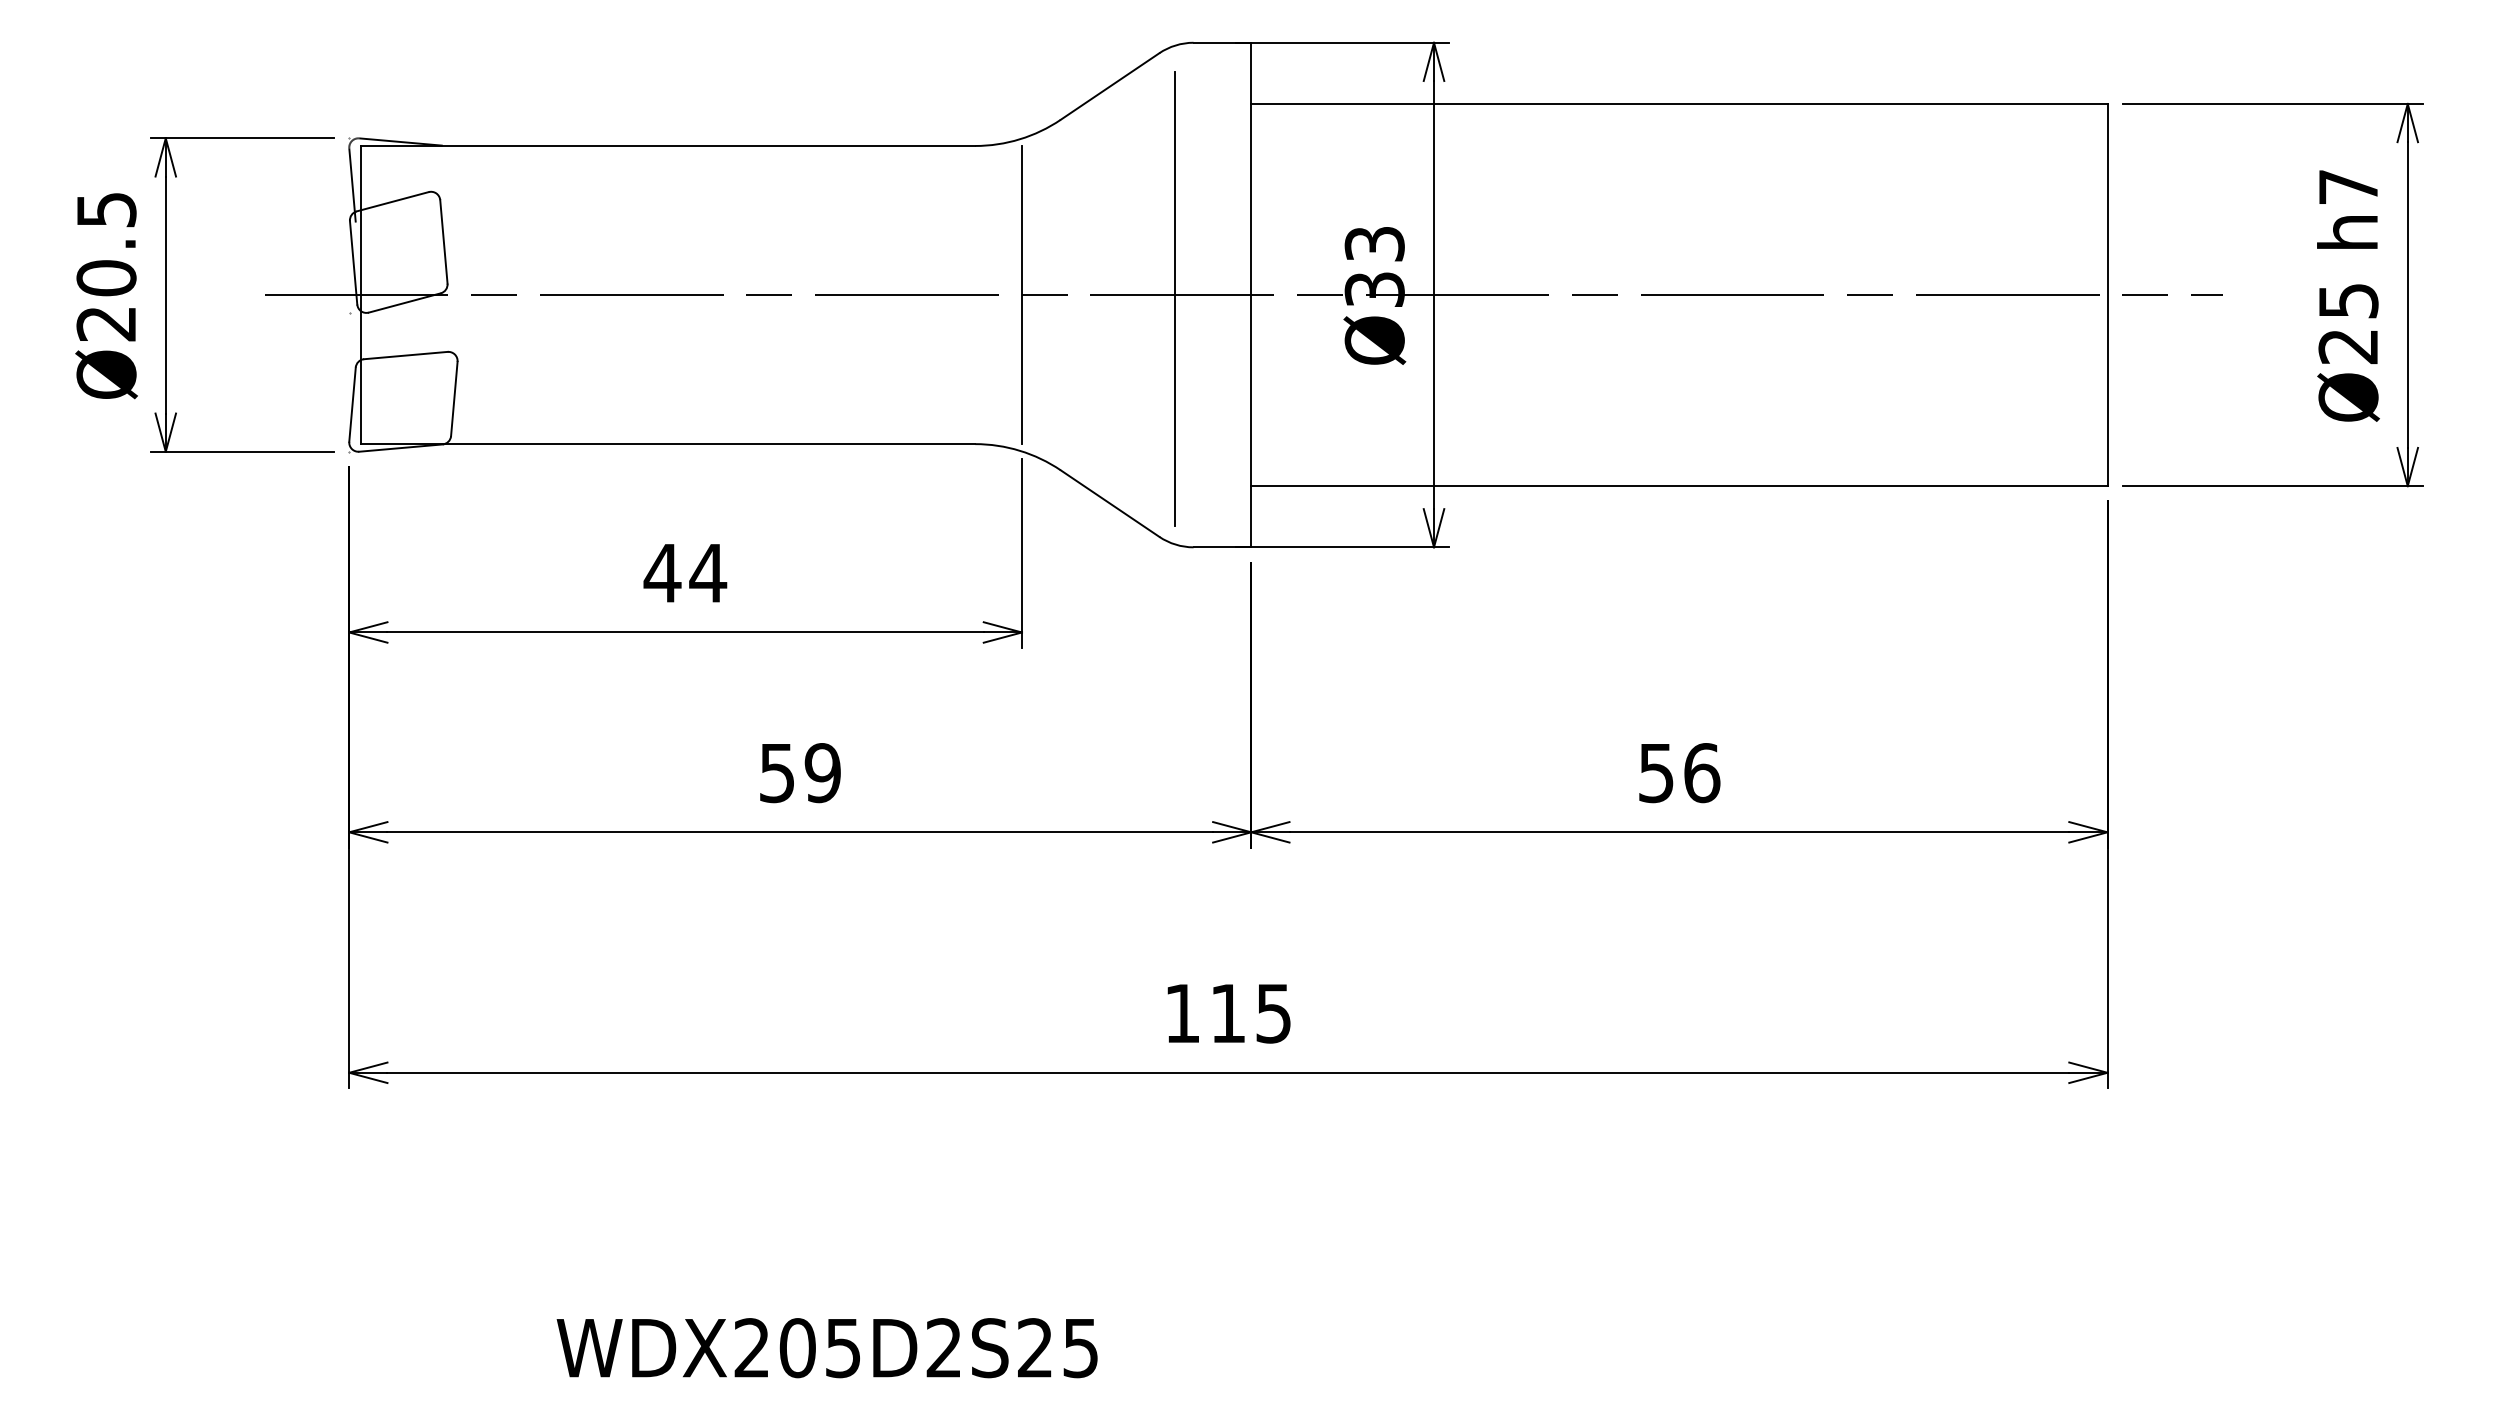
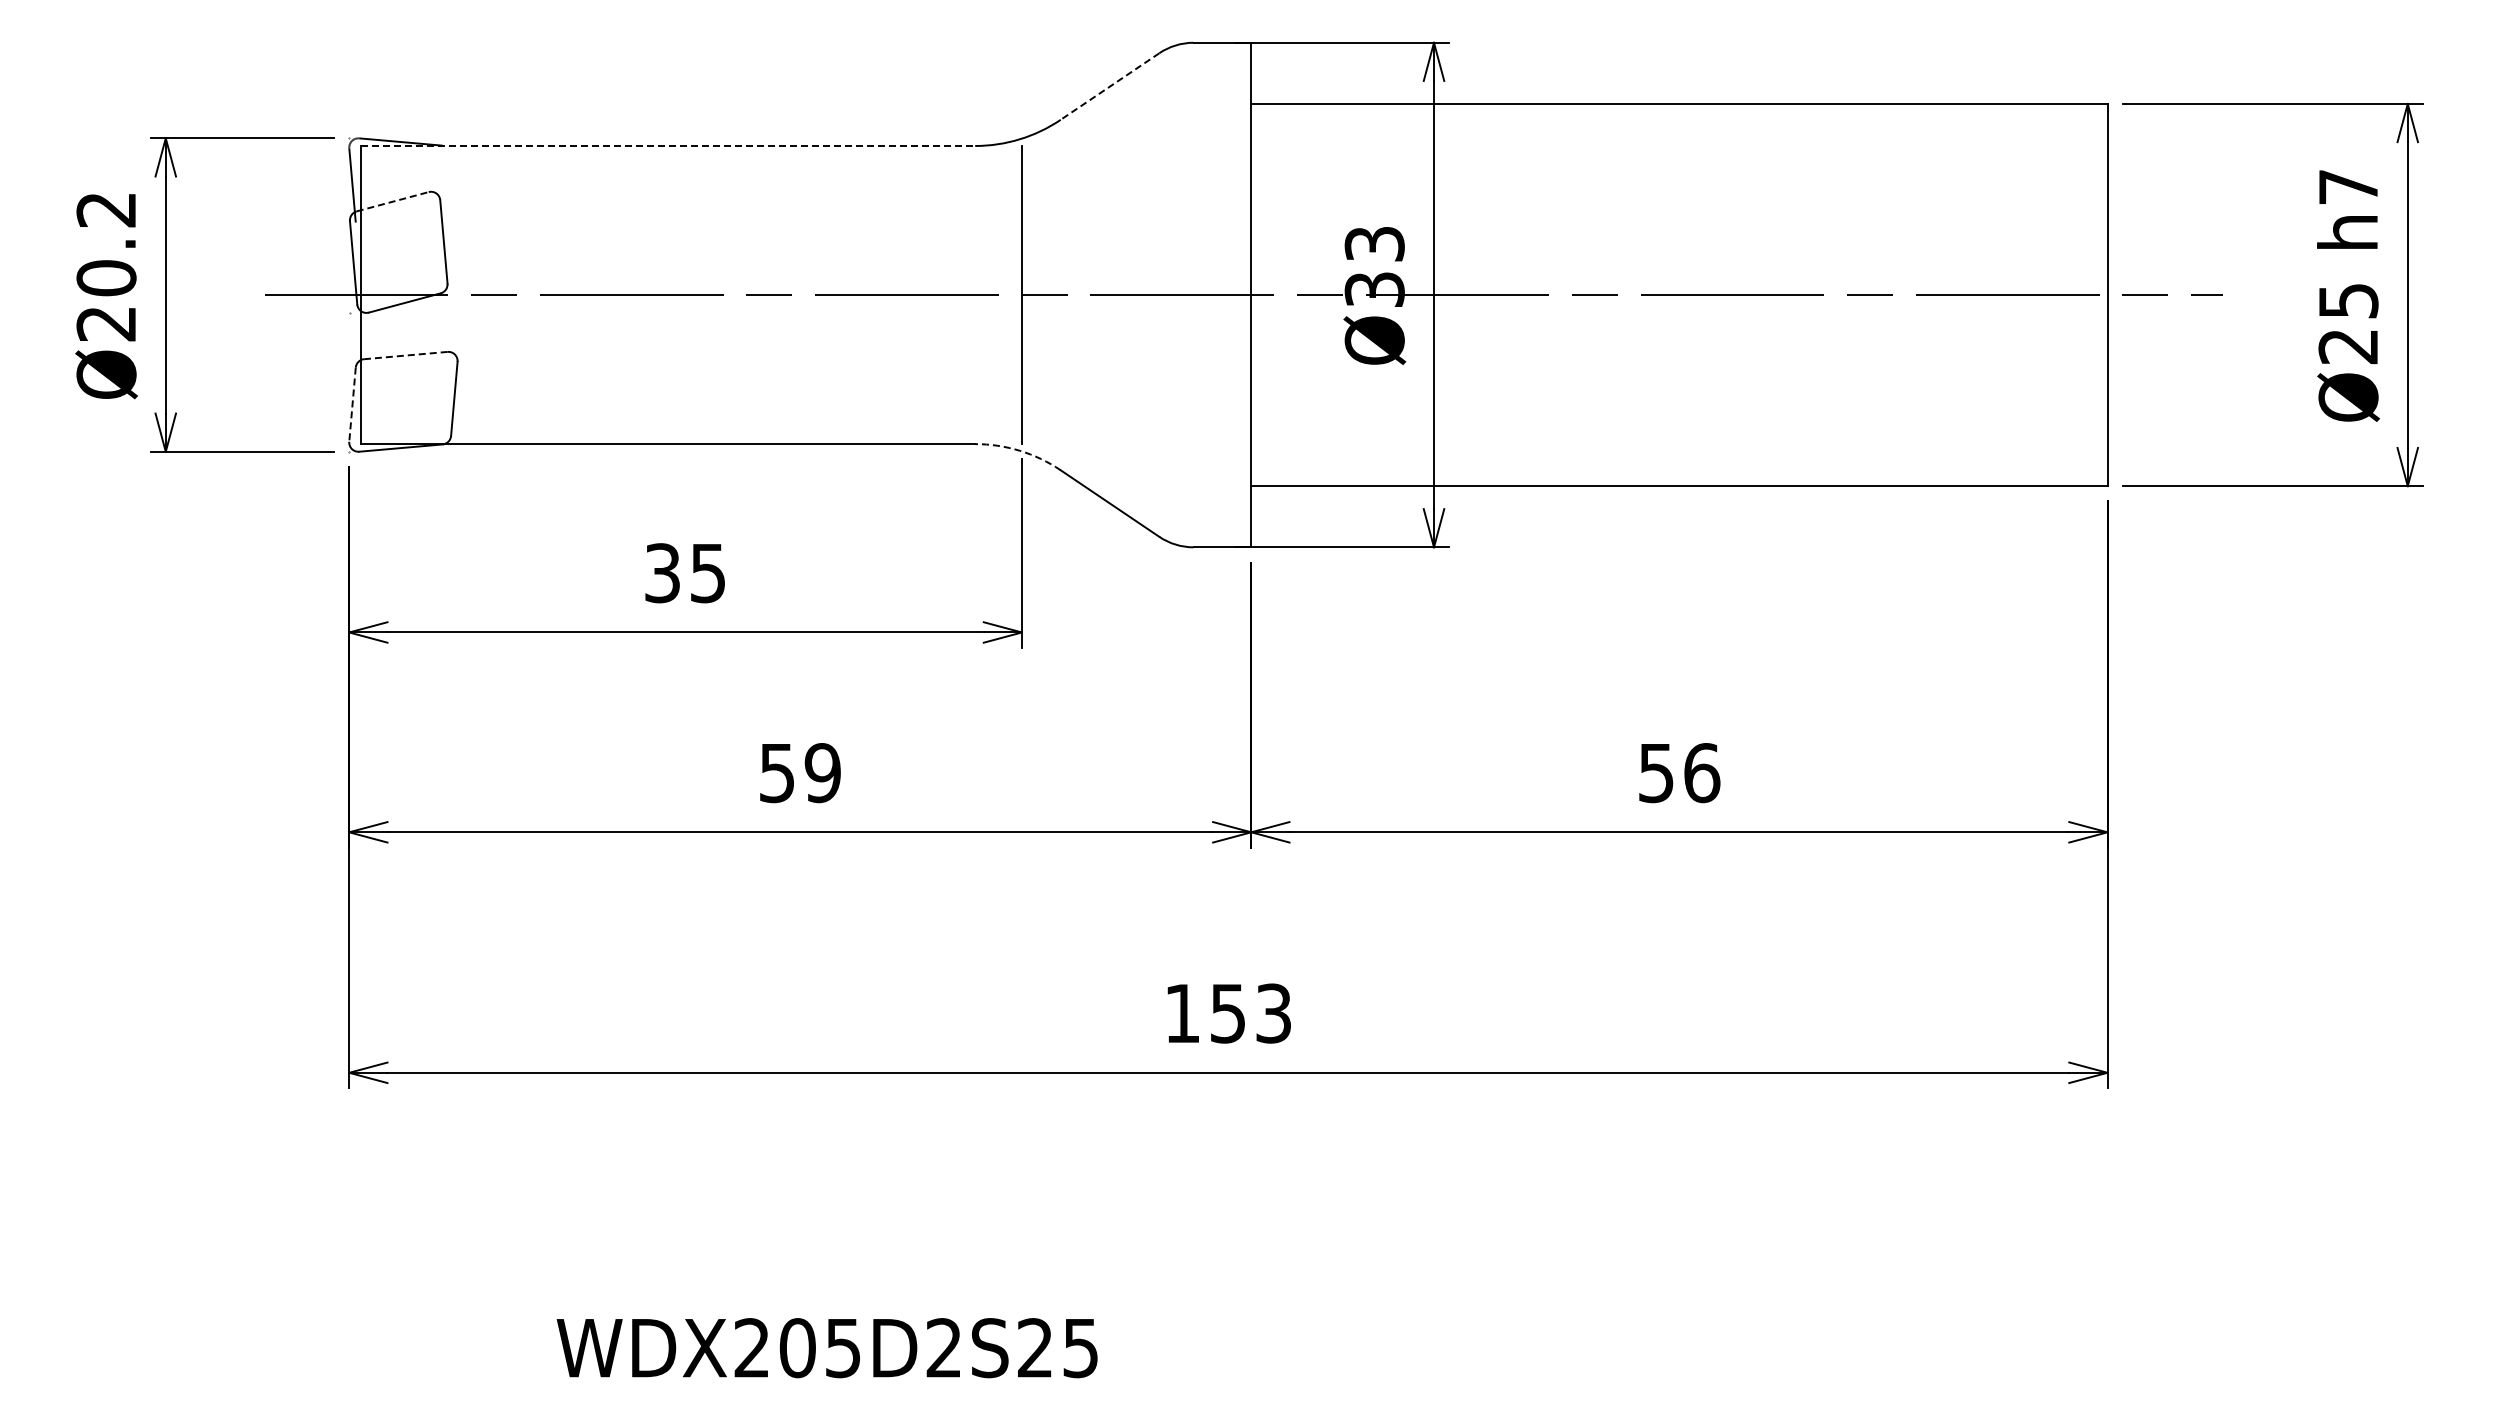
line at (1109, 86): solid -> dashed
line at (668, 145): solid -> dashed
line at (393, 201): solid -> dashed
text at (106, 210): Ø20.5 -> Ø20.2
line at (1174, 298): present -> none
line at (405, 355): solid -> dashed
line at (352, 405): solid -> dashed
arc at (1019, 450): solid -> dashed
text at (685, 573): 44 -> 35
text at (1250, 1013): 115 -> 153
